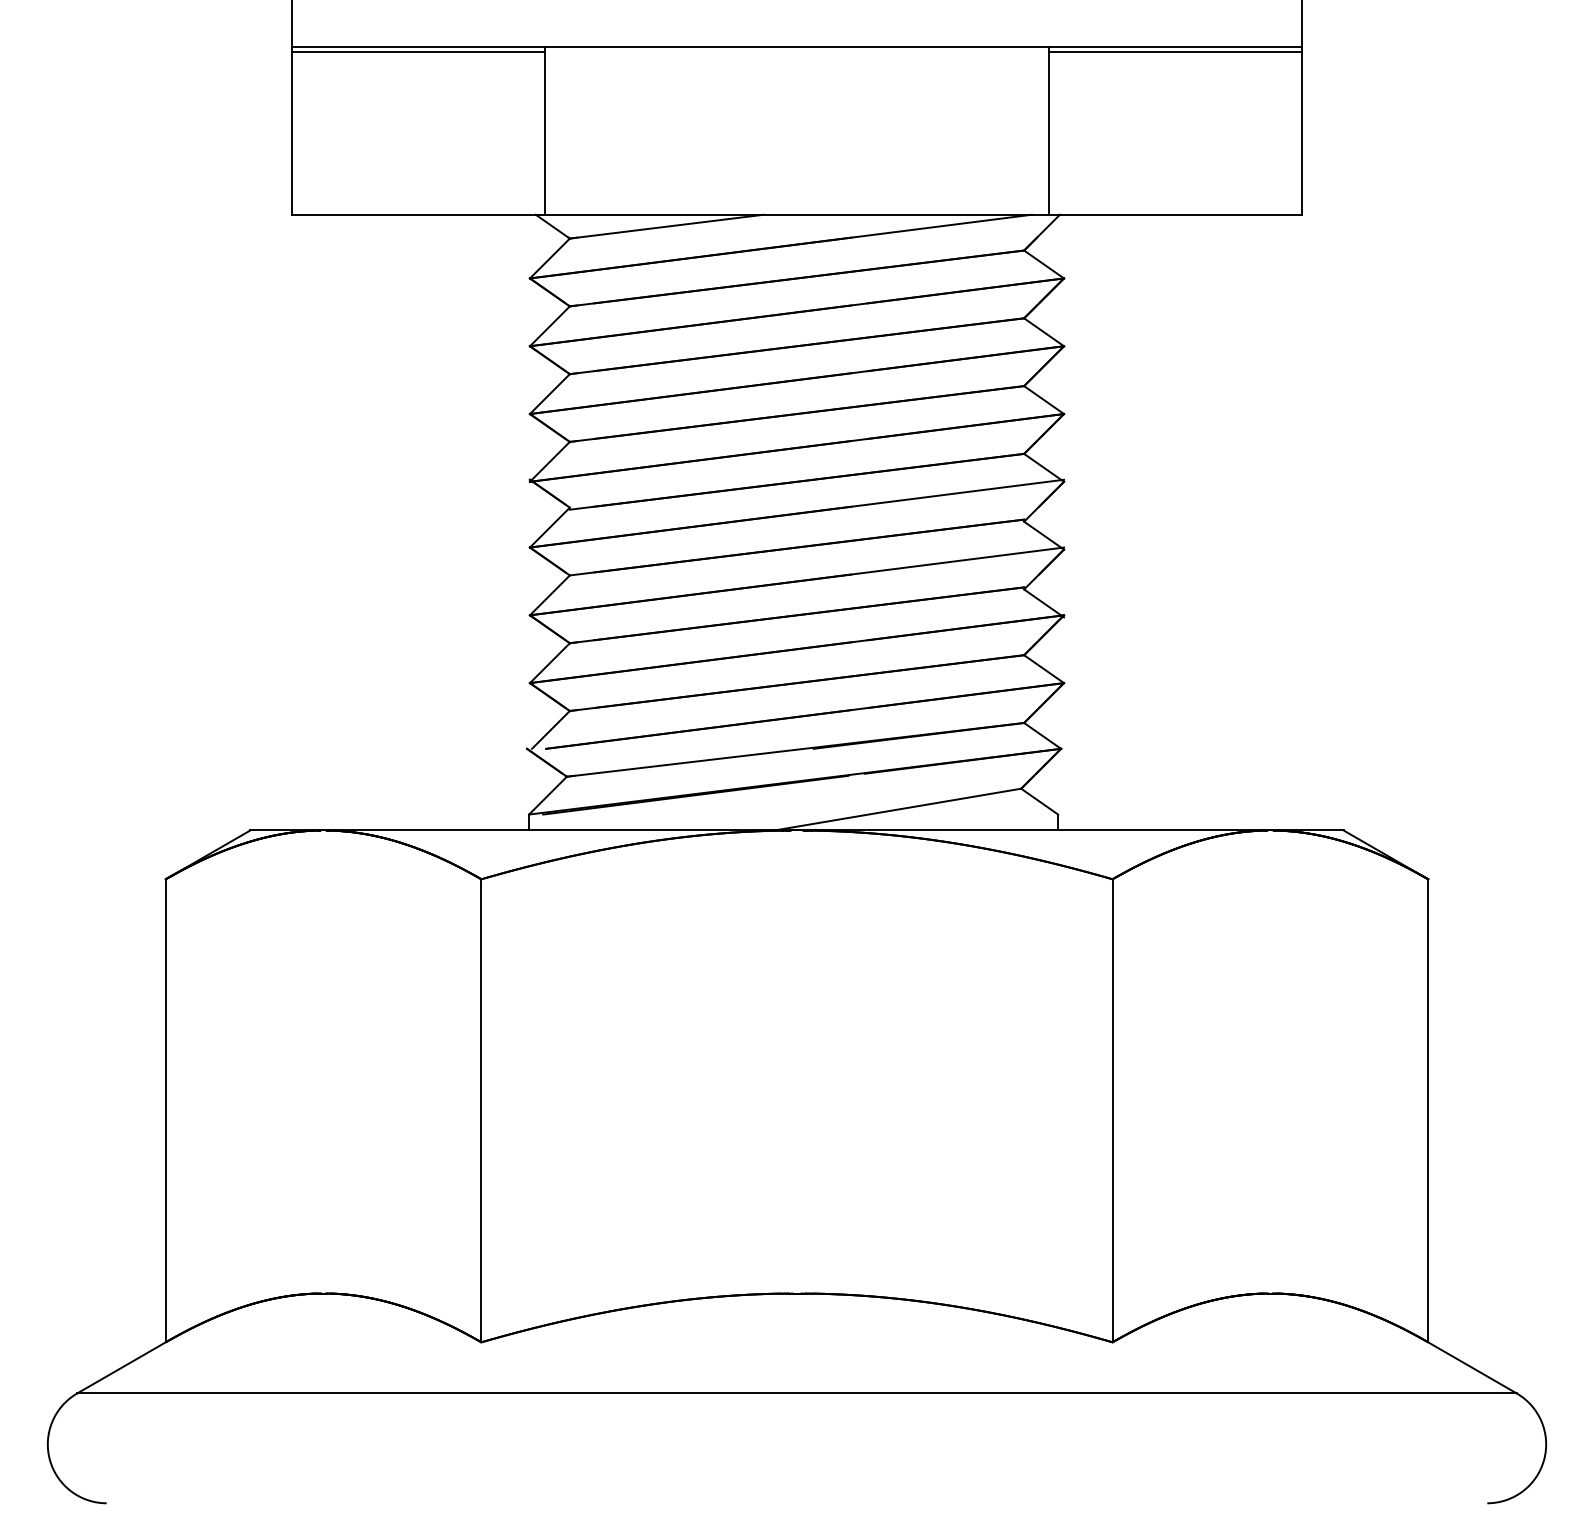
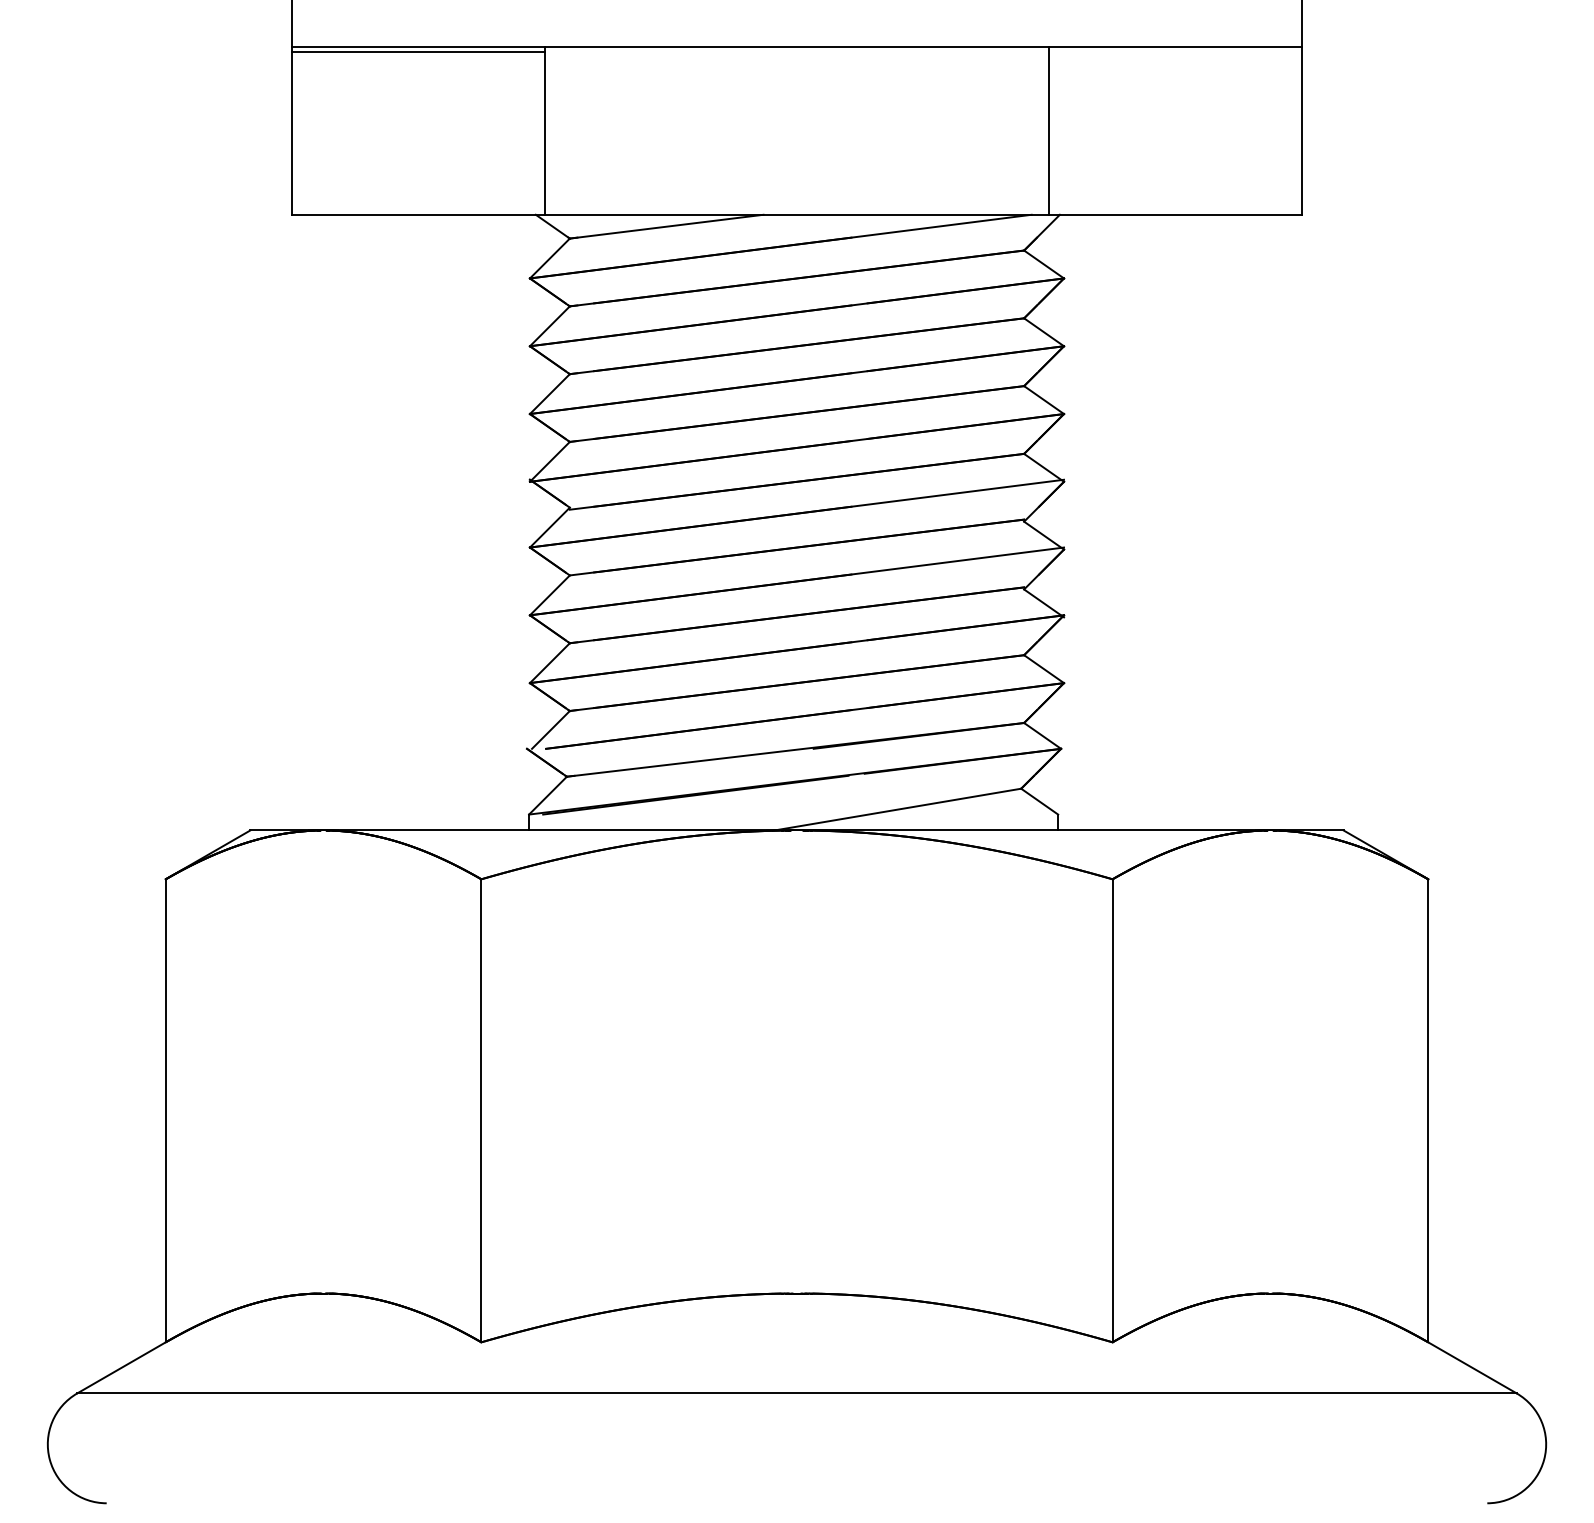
line at (1175, 52): present -> none
